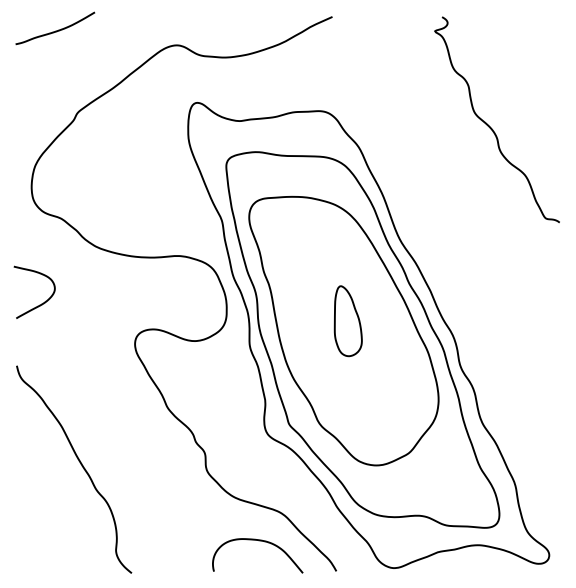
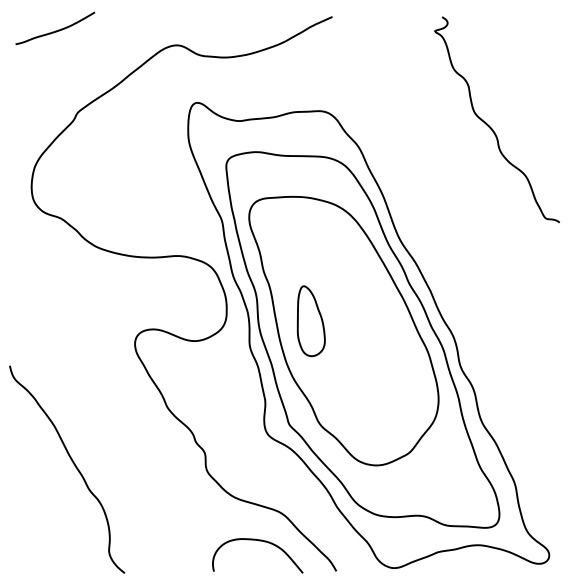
curve at (41, 303): present -> none
part at (347, 321) position: (347, 321) -> (310, 321)
curve at (81, 466) position: (81, 466) -> (74, 466)
